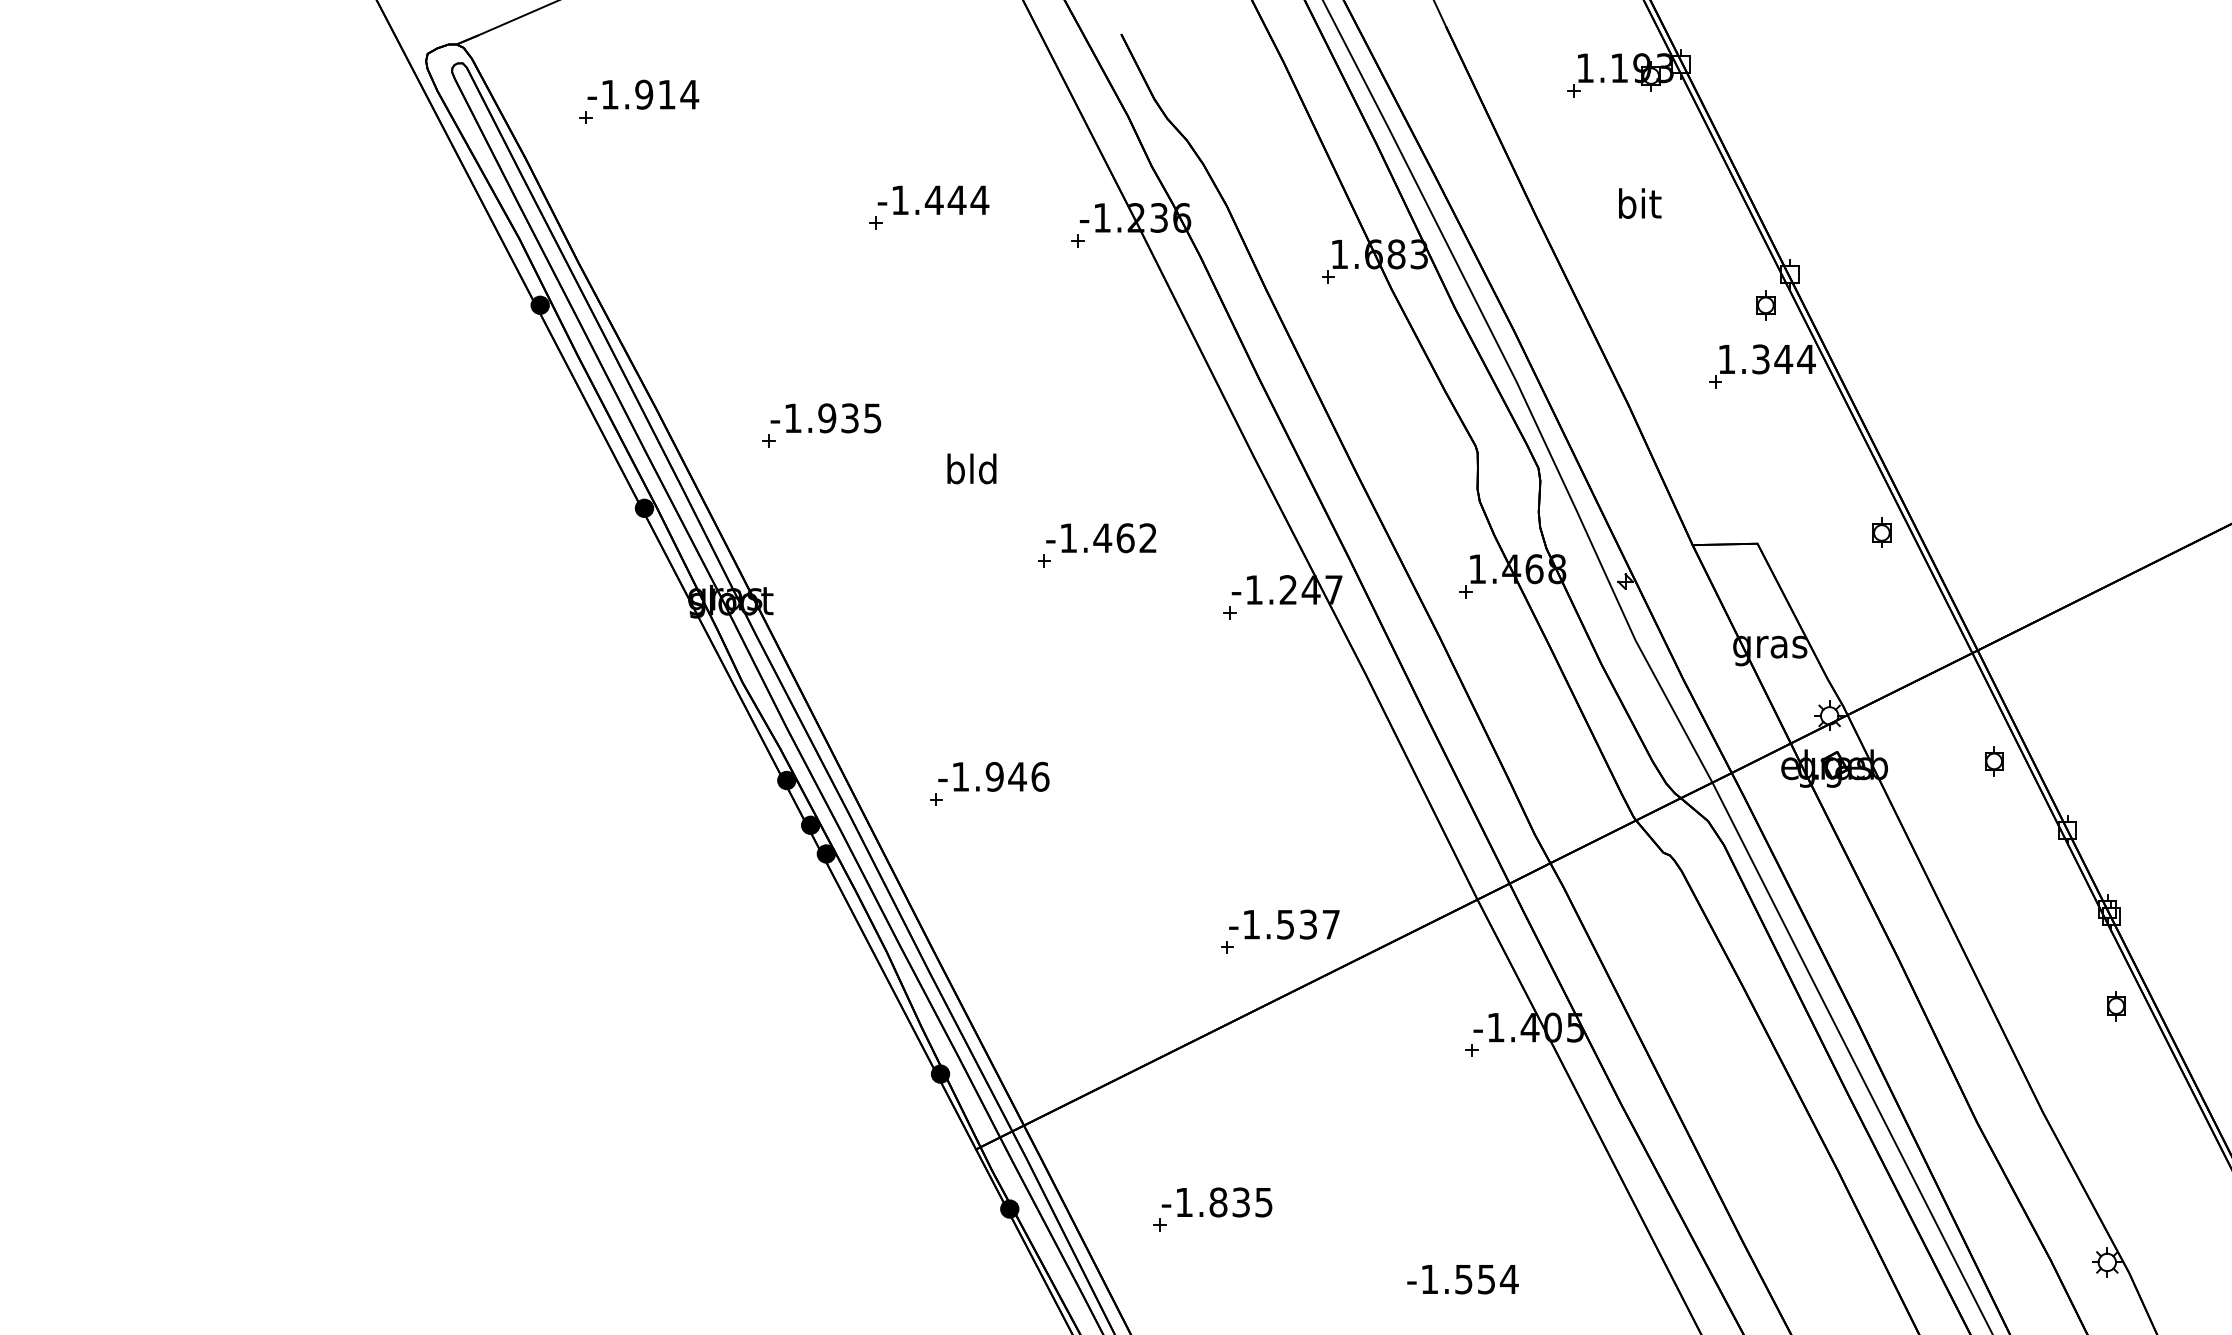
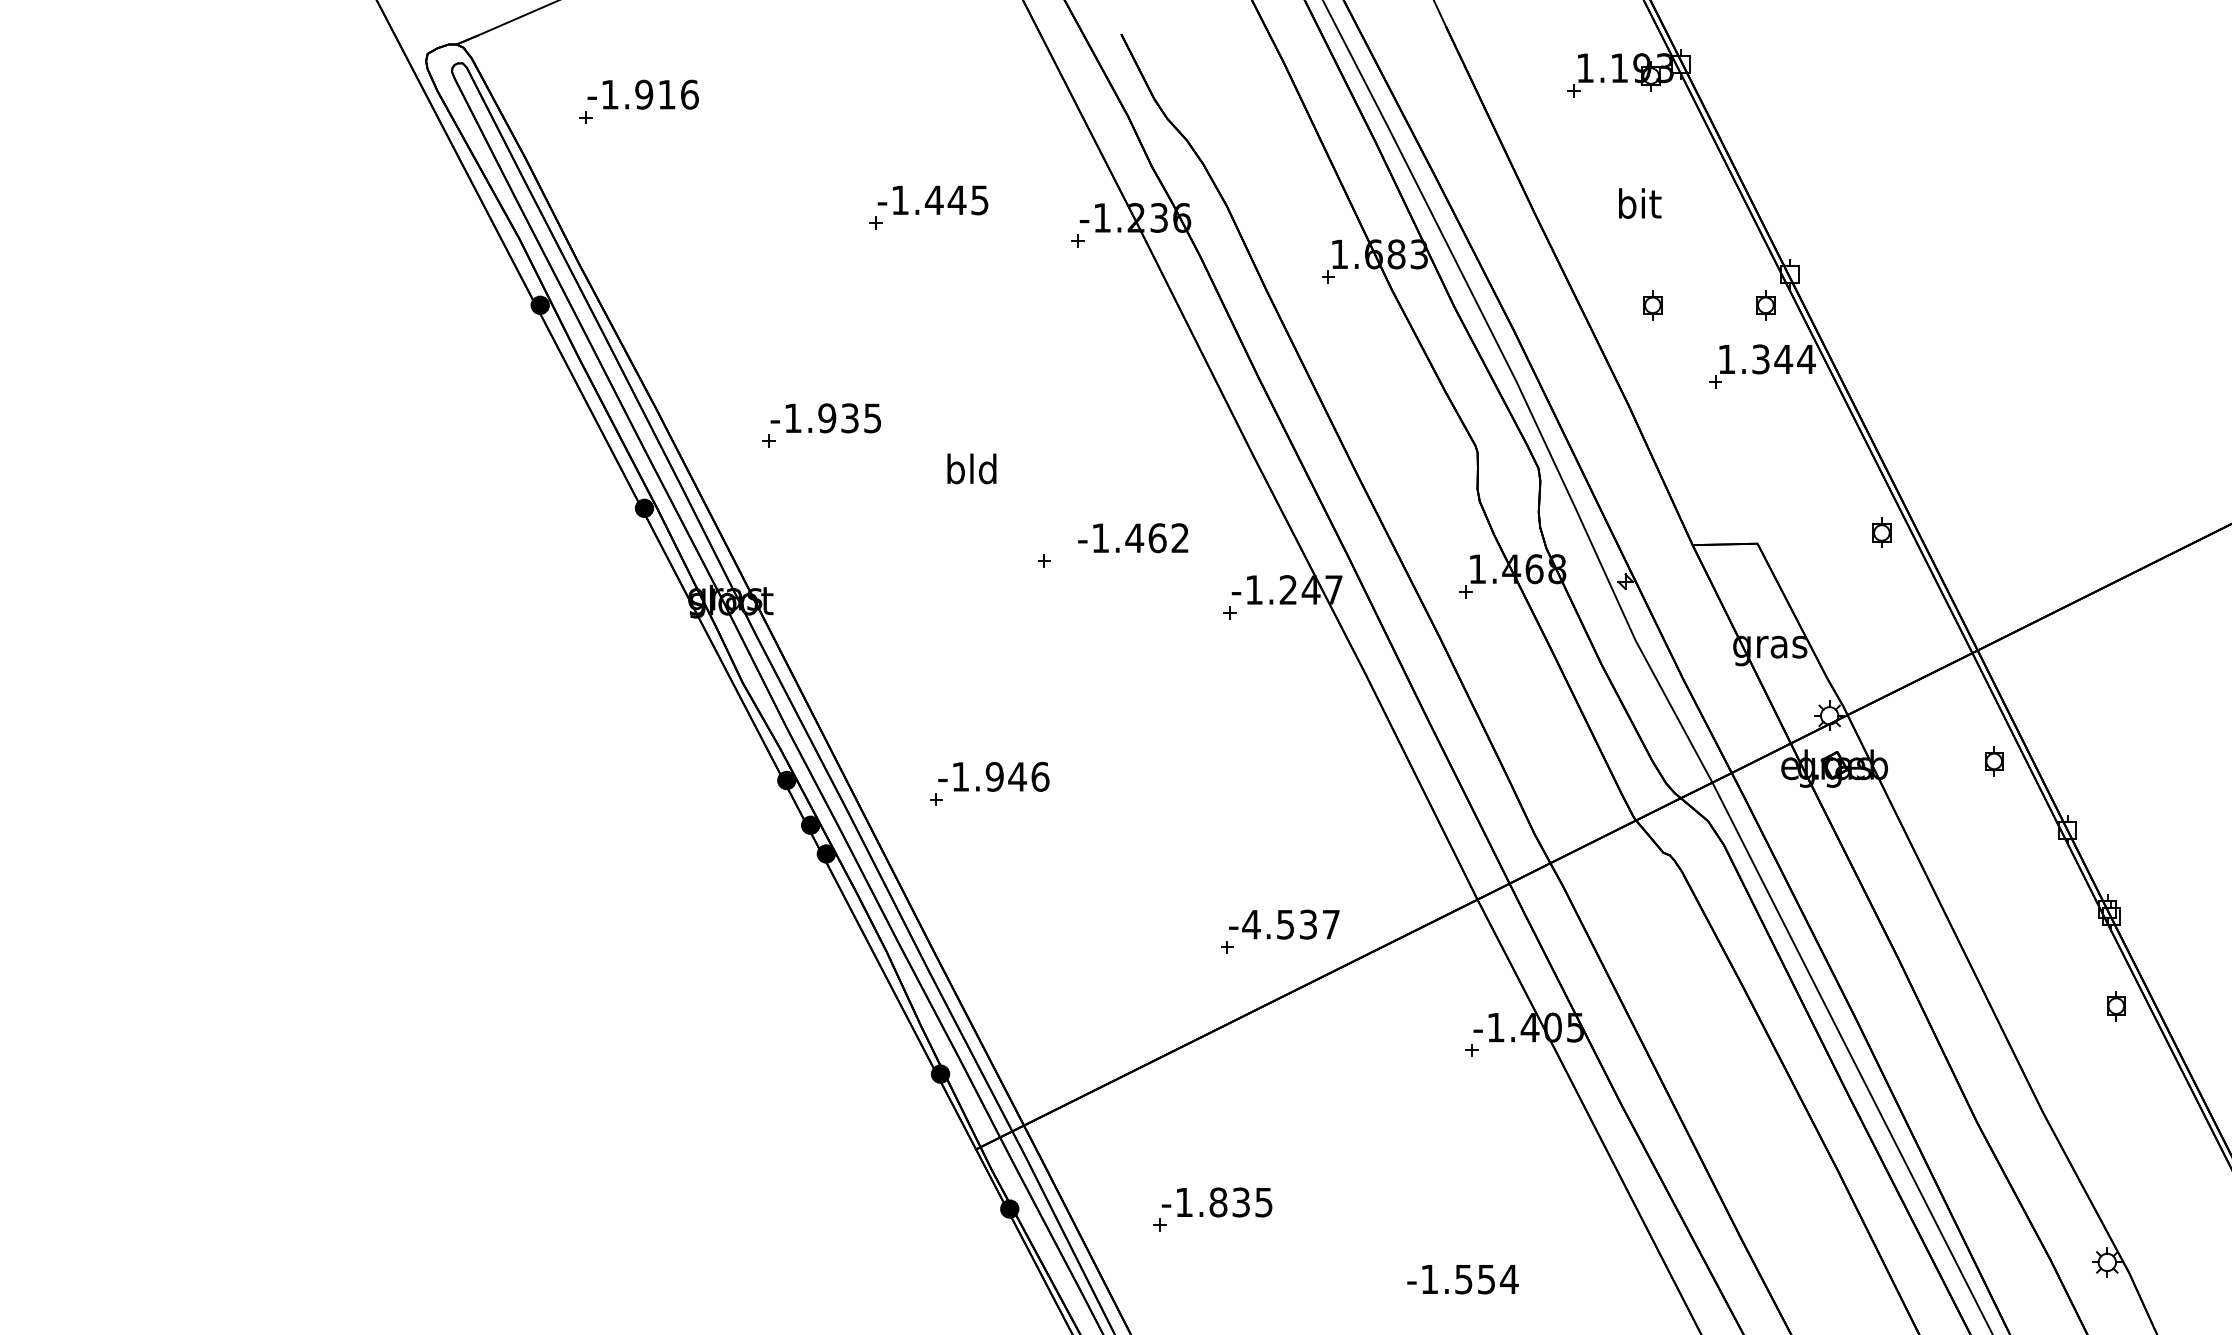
text at (689, 94): -1.914 -> -1.916
text at (979, 200): -1.444 -> -1.445
part at (1652, 305): none -> present
text at (1101, 538) position: (1101, 538) -> (1133, 538)
text at (1251, 924): -1.537 -> -4.537
